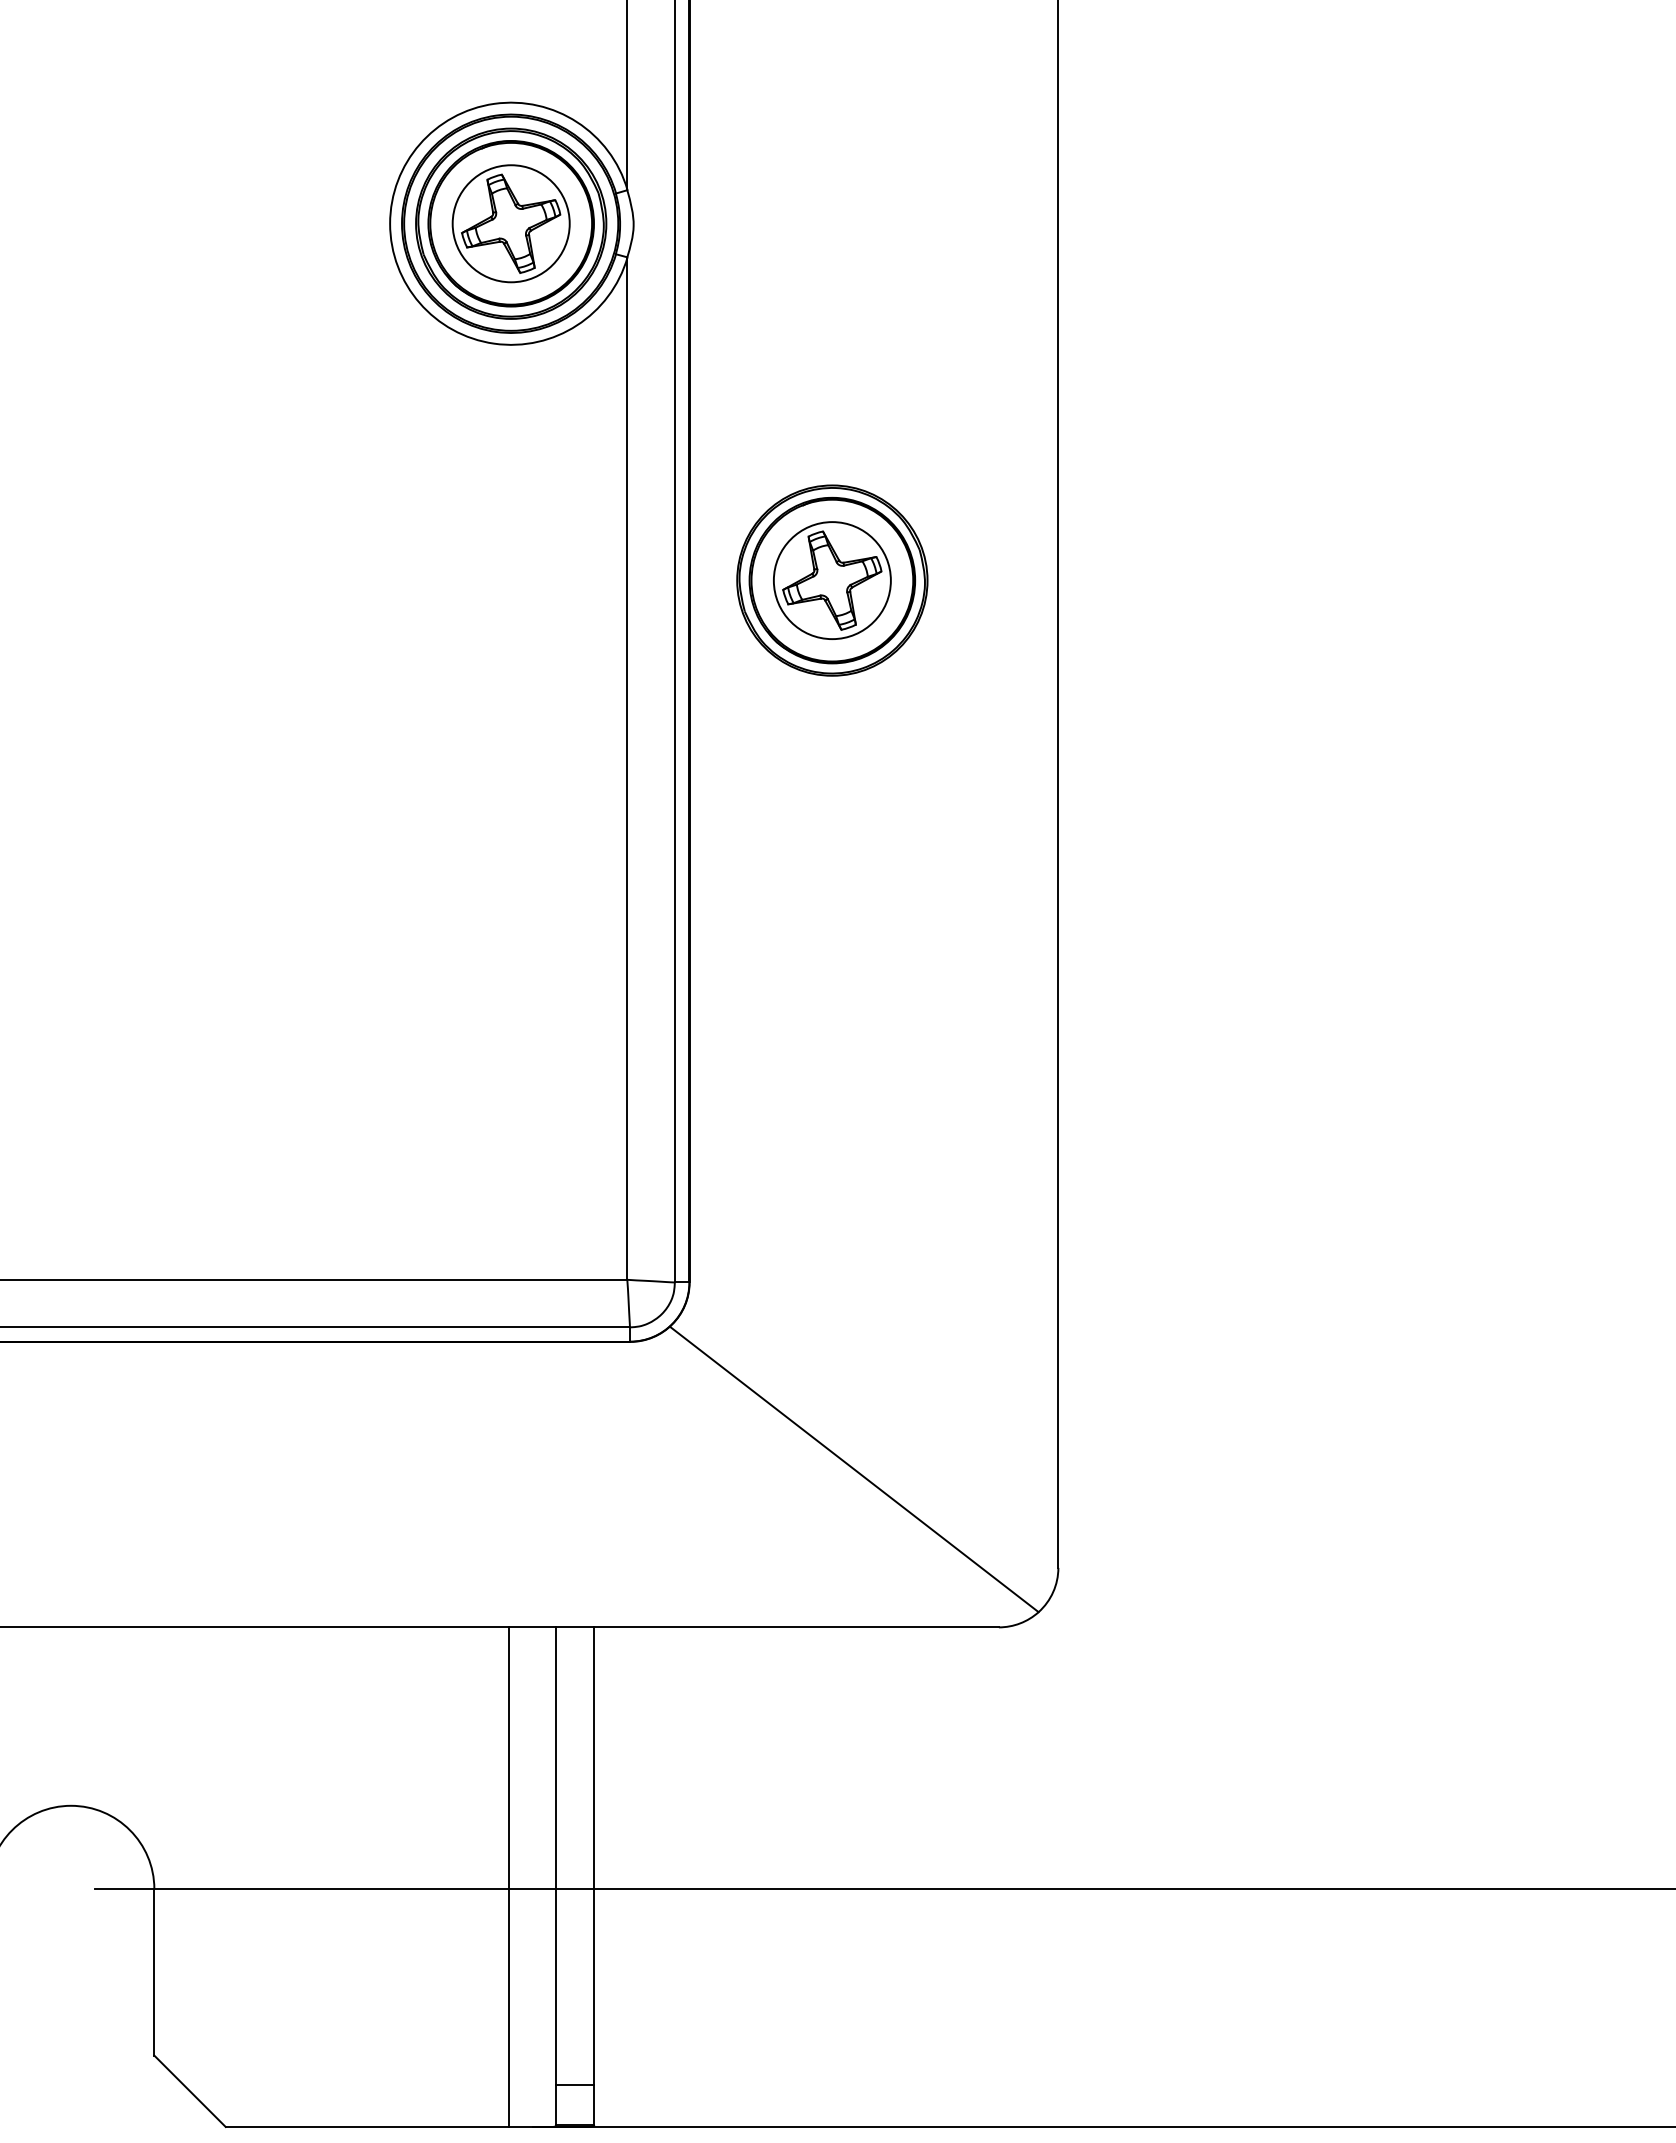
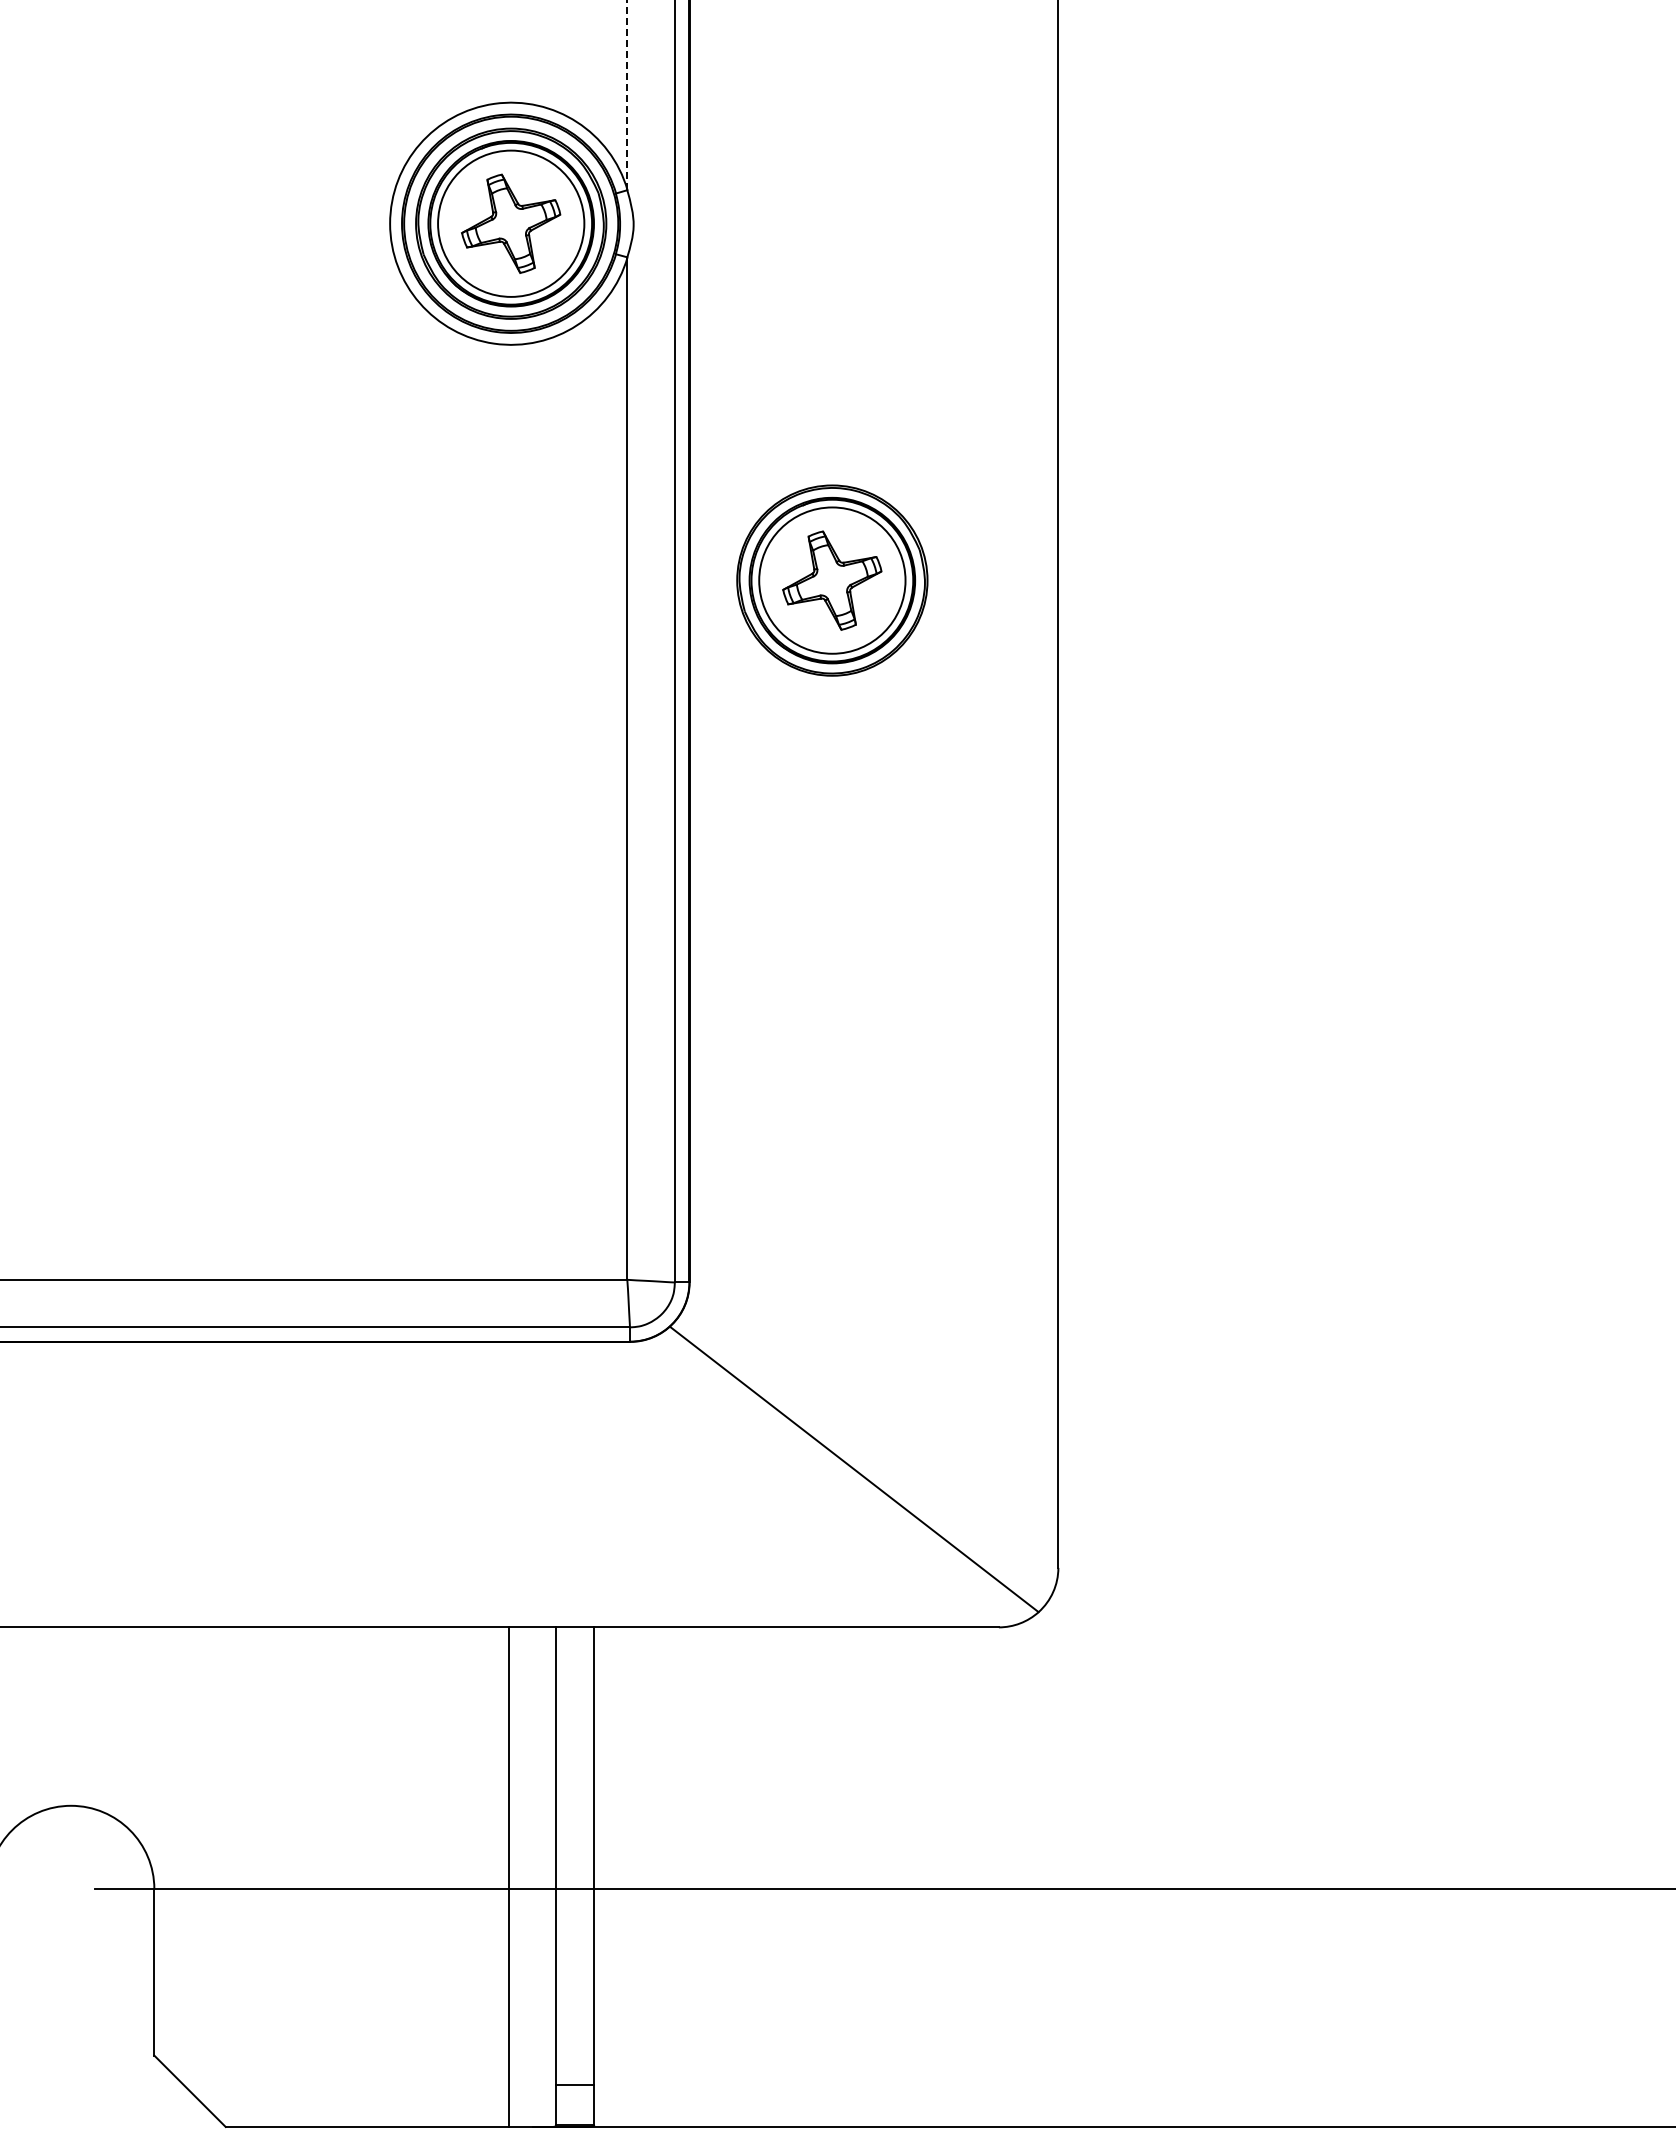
line at (627, 95): solid -> dashed
circle at (510, 223) diameter: 117 px -> 146 px
circle at (831, 580) diameter: 117 px -> 146 px
